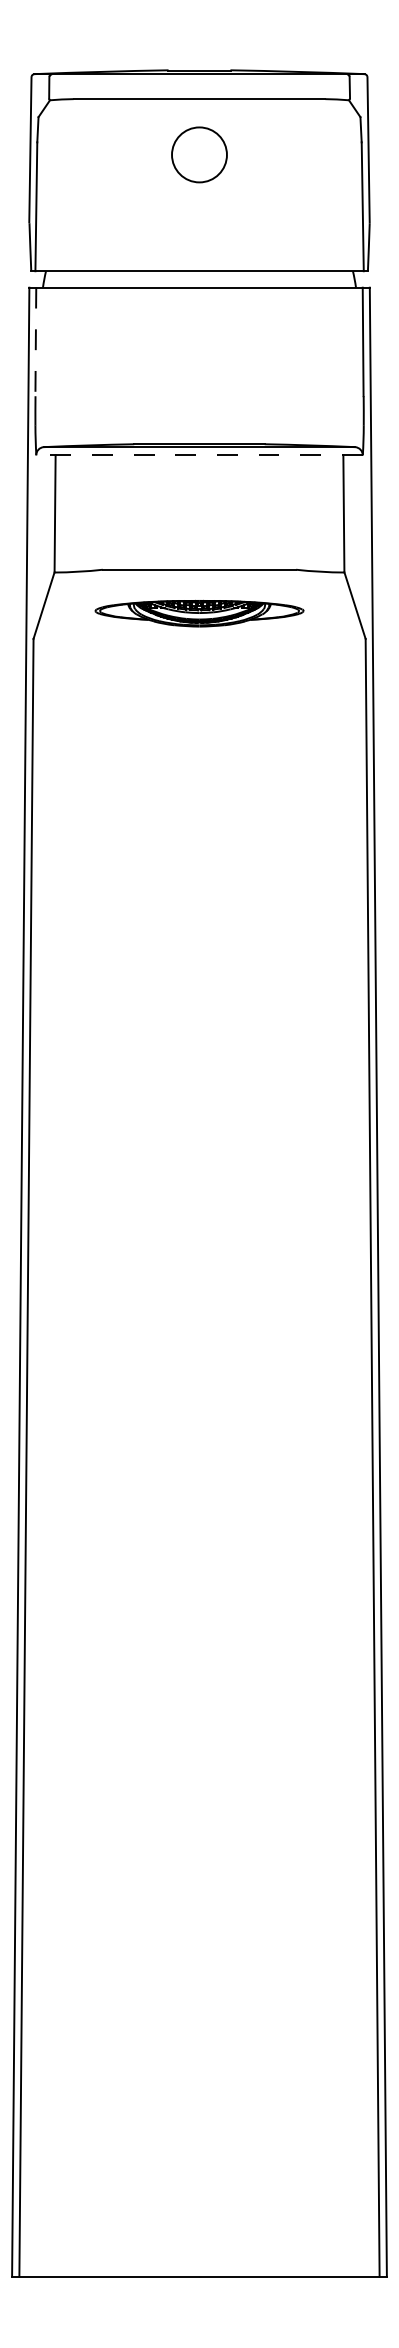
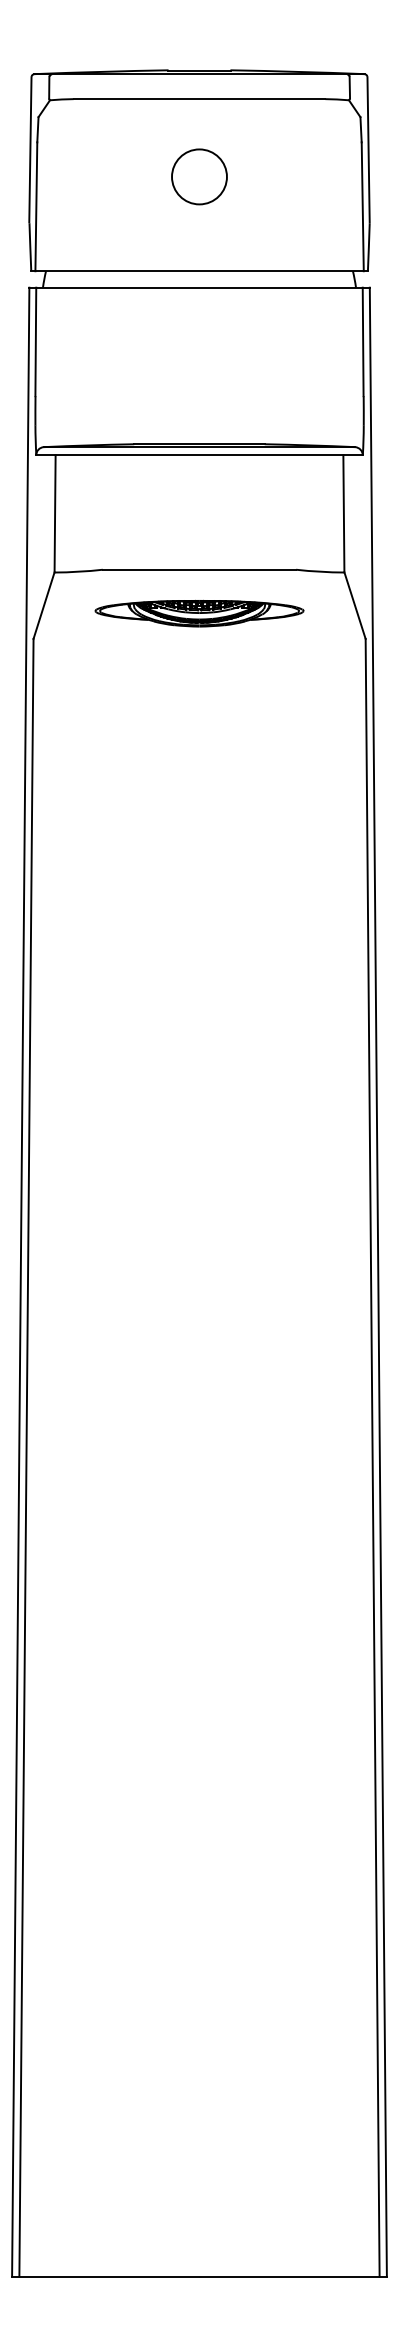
circle at (199, 154) position: (199, 154) -> (199, 176)
line at (35, 342): dashed -> solid
line at (199, 455): dashed -> solid
